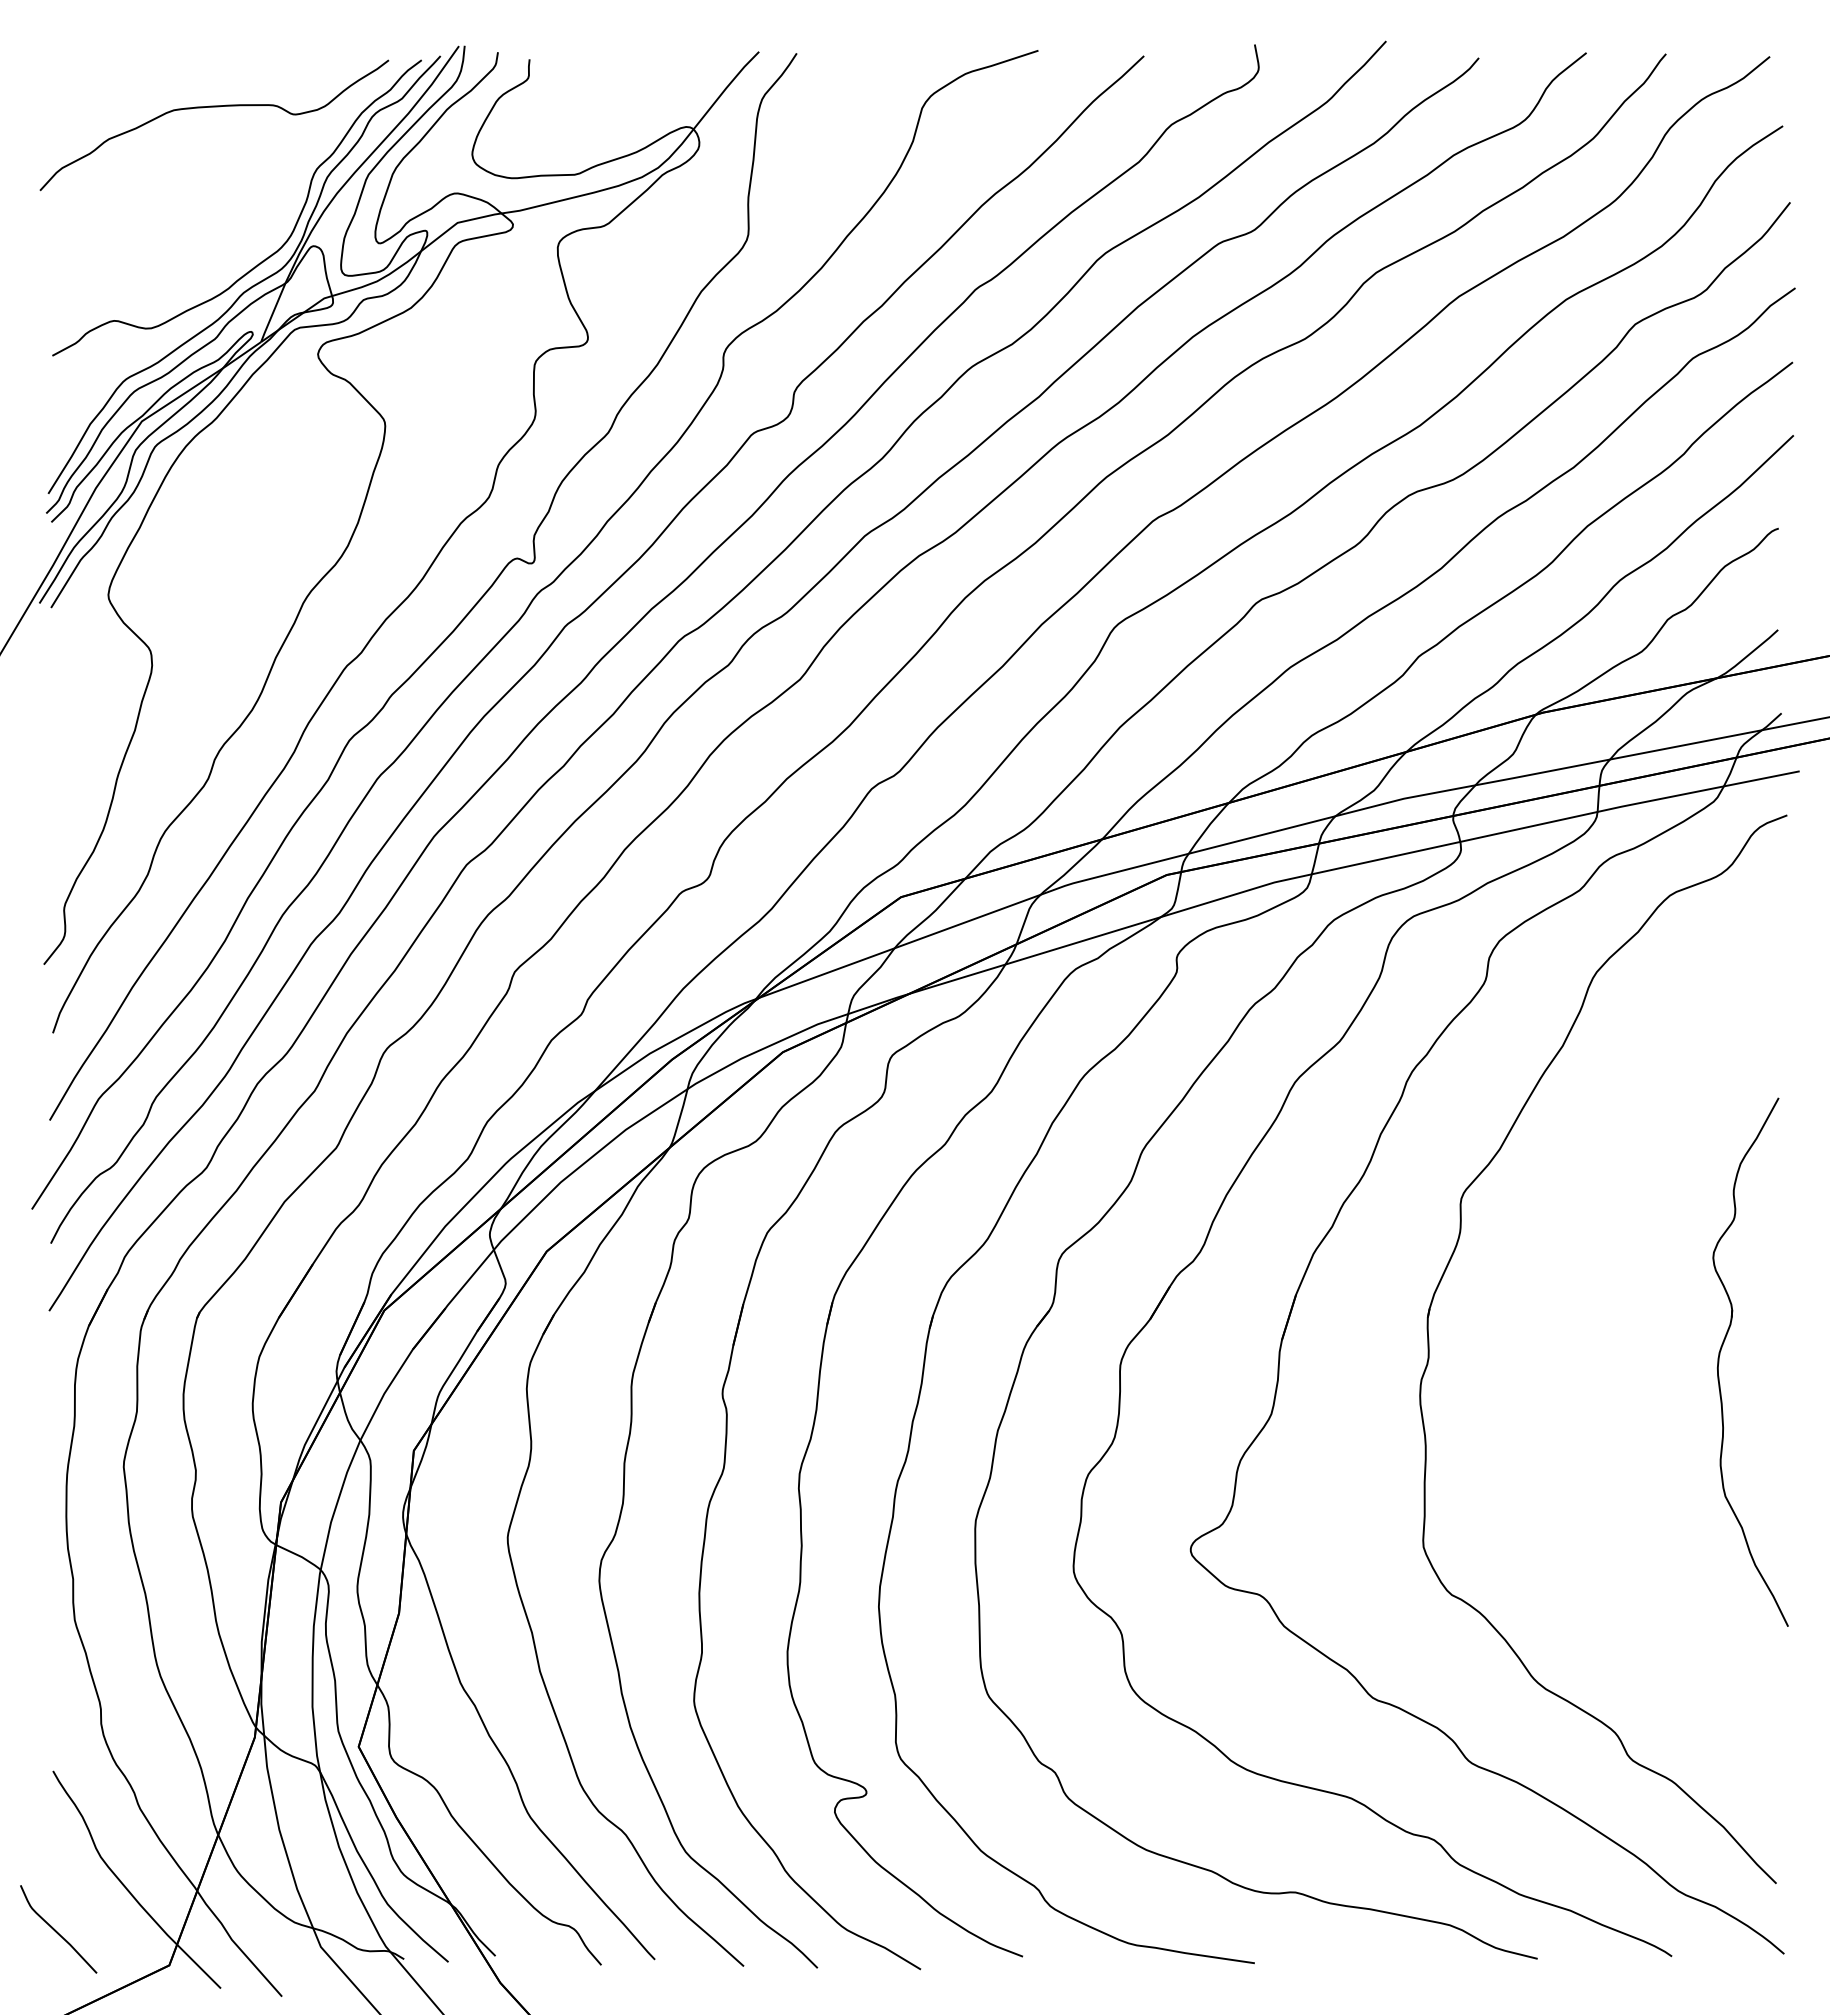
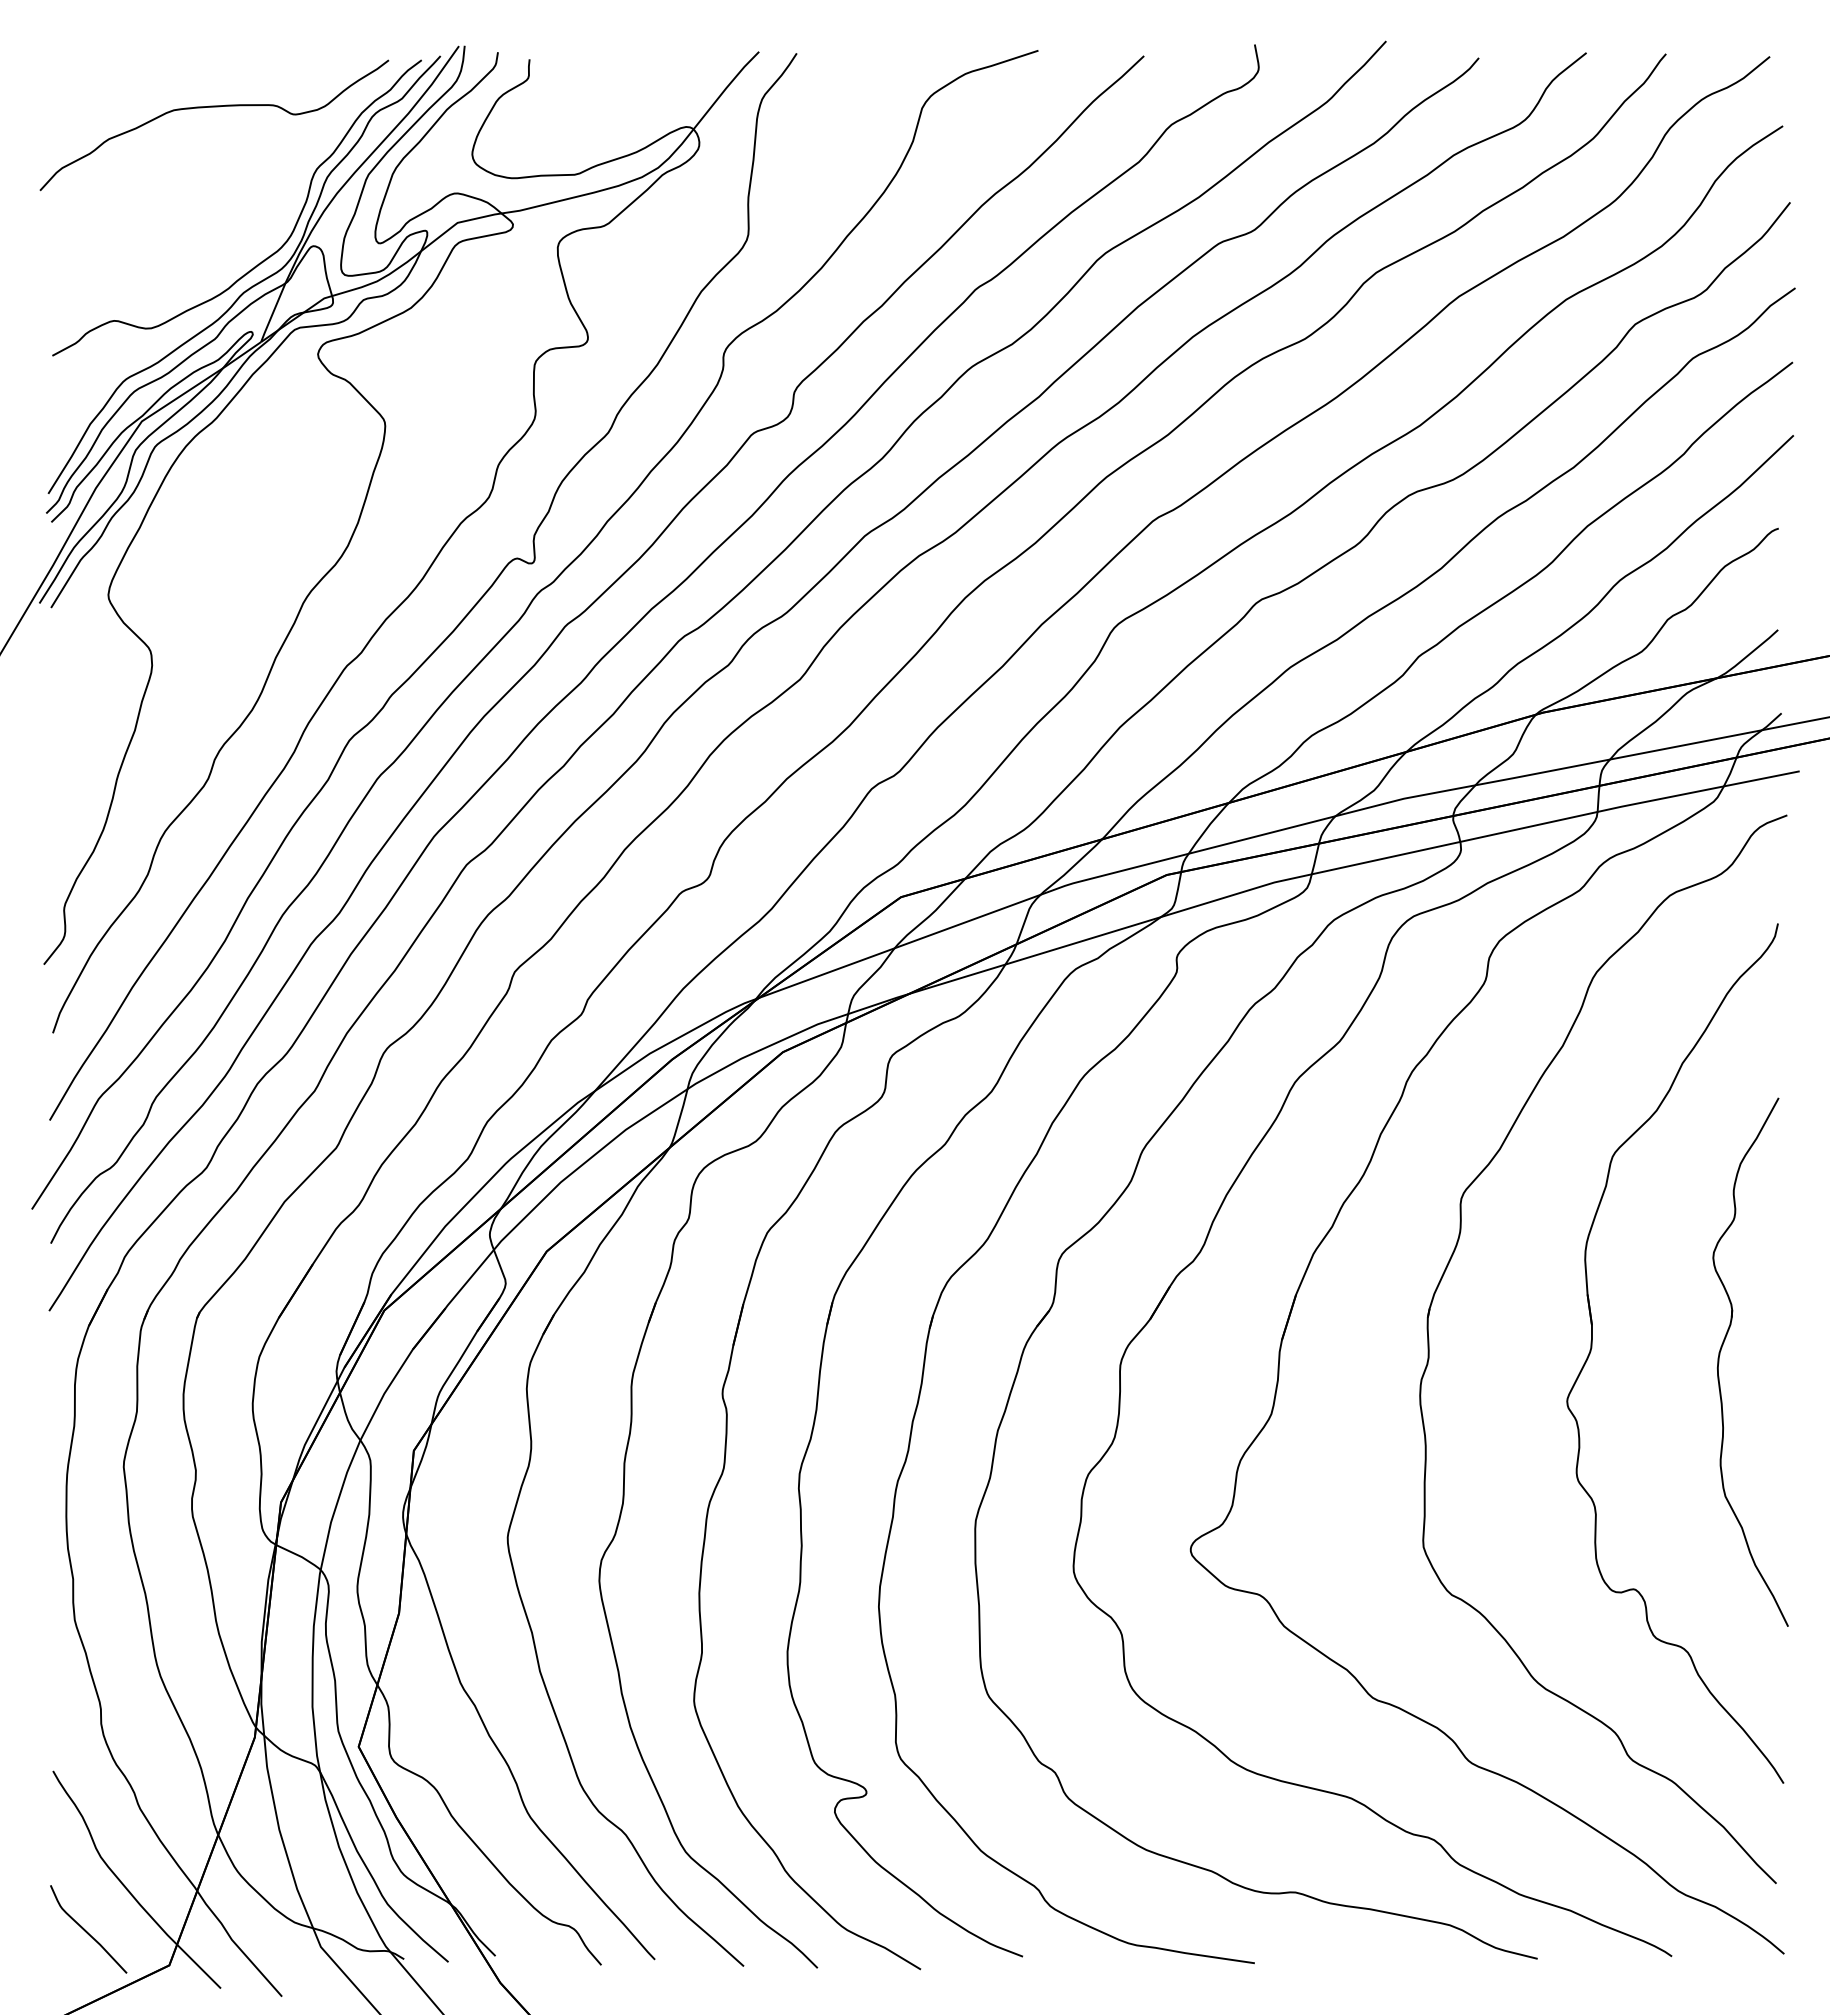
part at (1592, 1348): none -> present
curve at (56, 1930) position: (56, 1930) -> (86, 1930)
